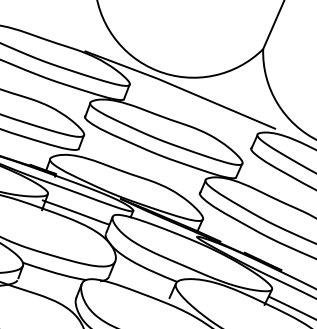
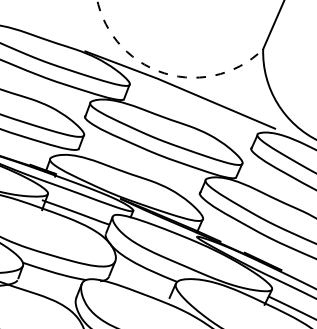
arc at (166, 73): solid -> dashed
